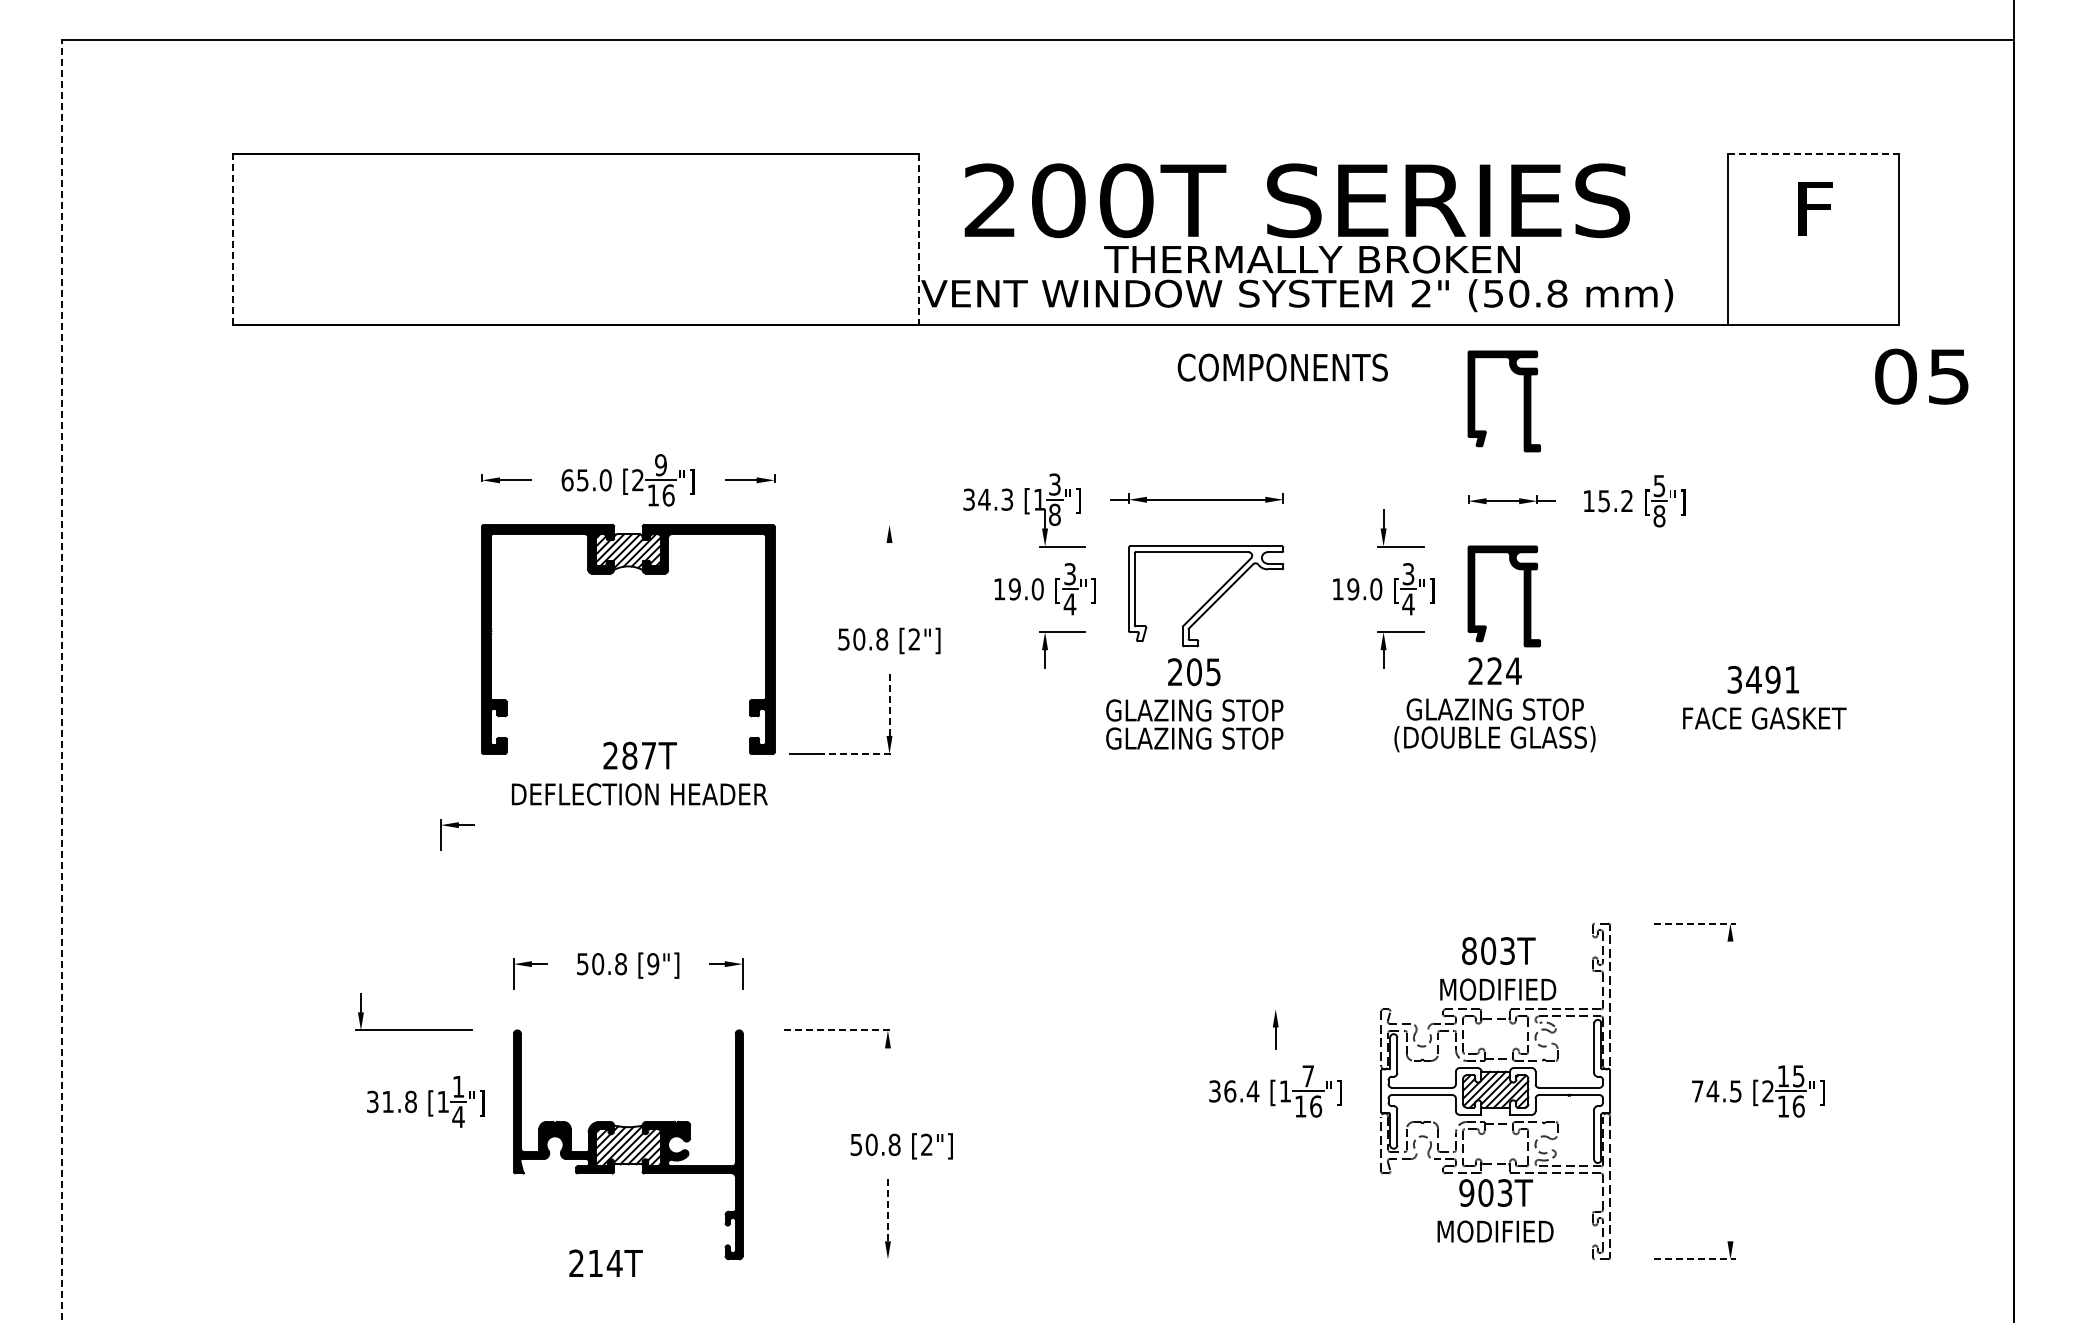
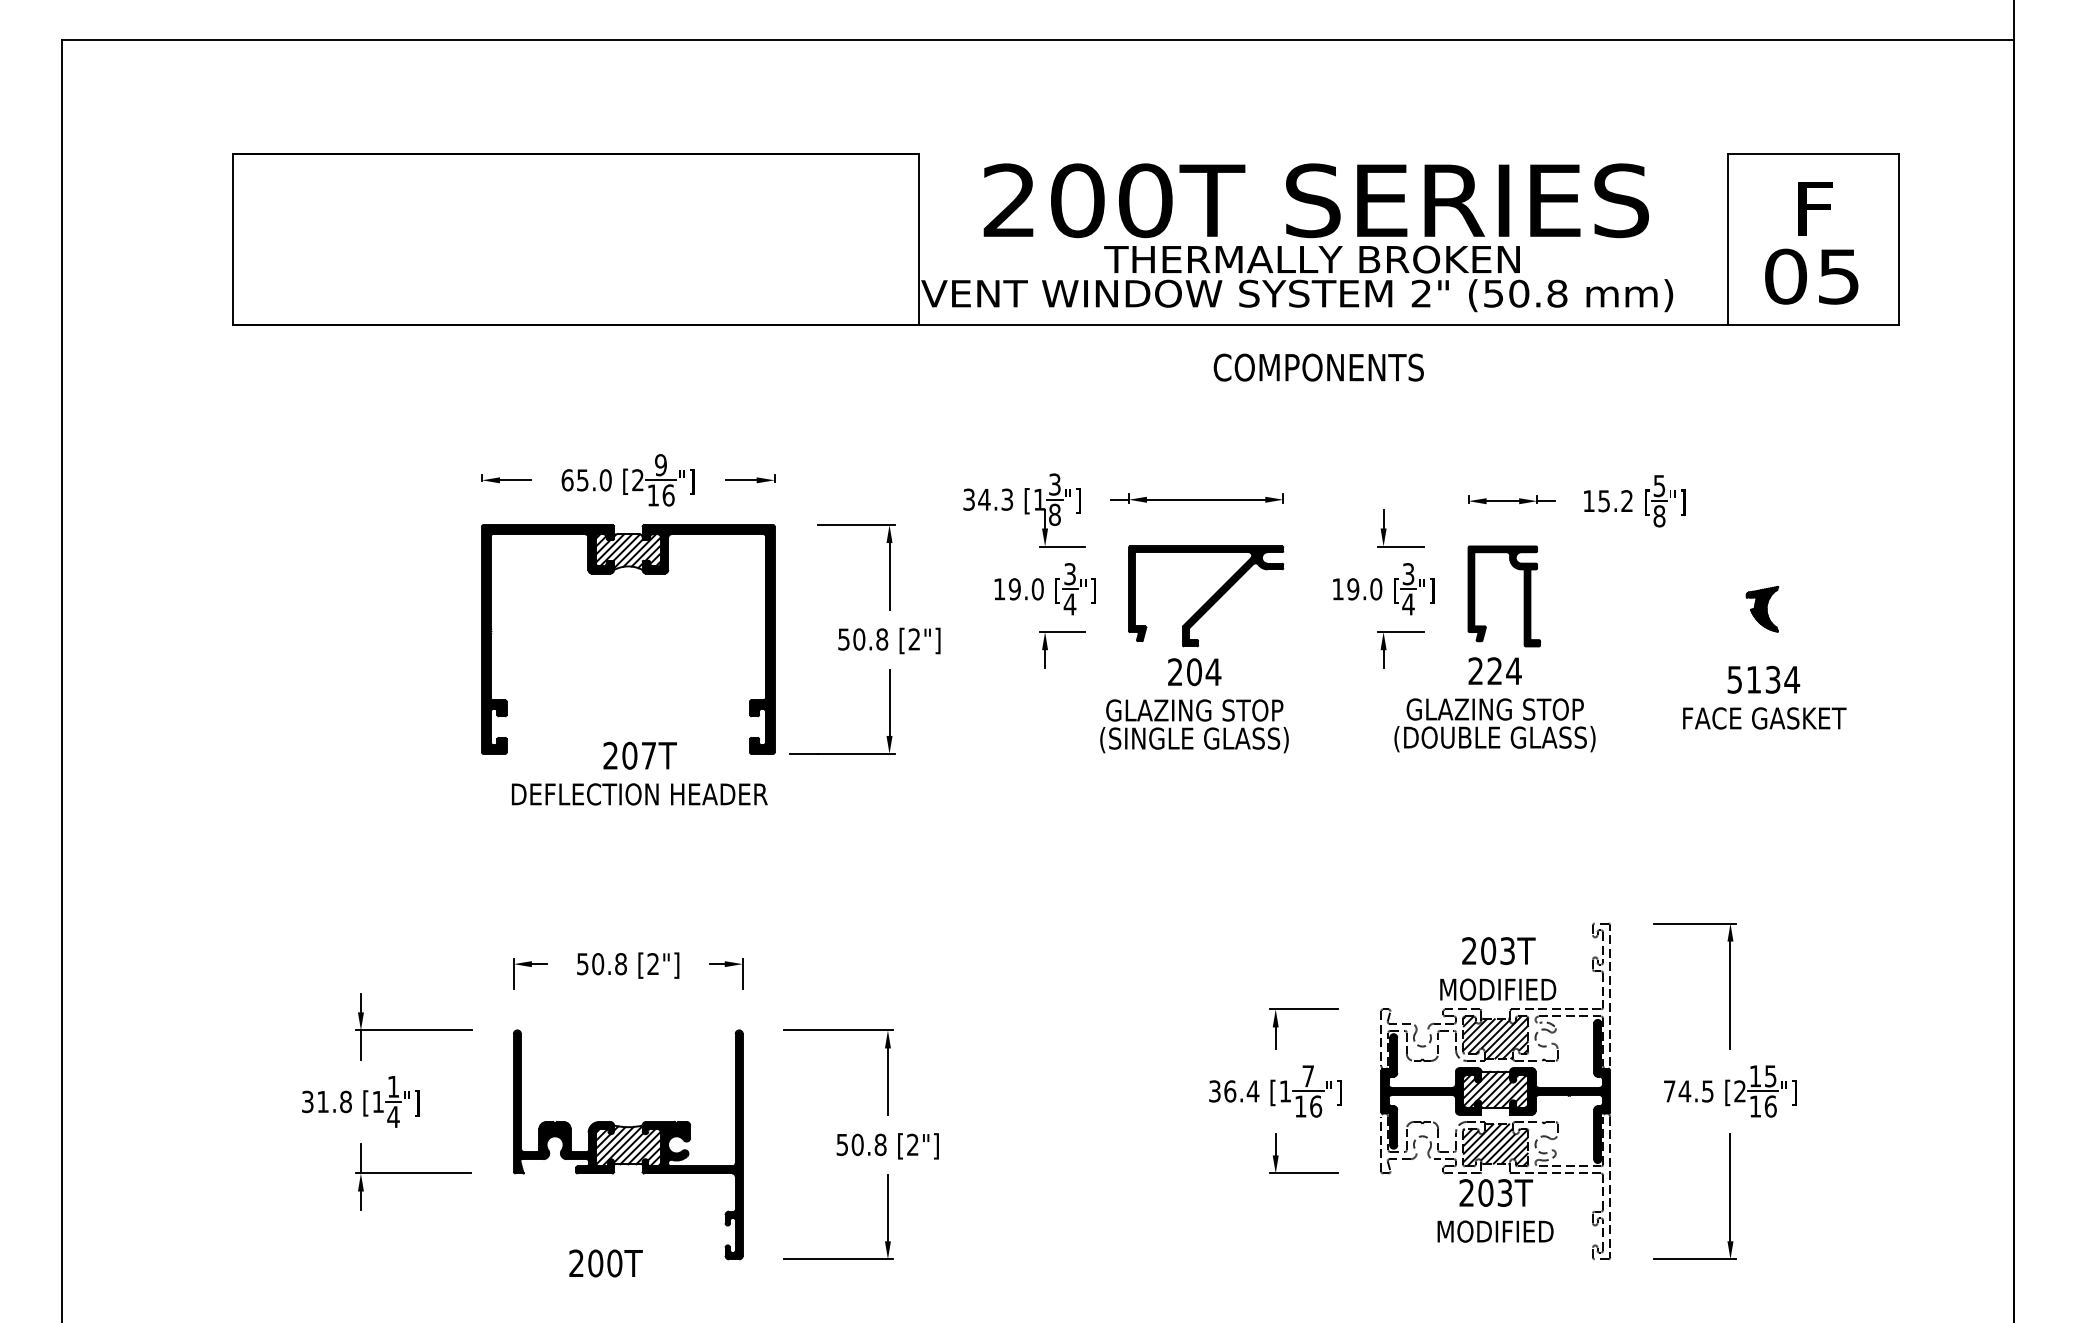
line at (1813, 153): dashed -> solid
text at (1296, 200) position: (1296, 200) -> (1315, 200)
line at (233, 239): dashed -> solid
line at (918, 239): dashed -> solid
text at (1282, 367) position: (1282, 367) -> (1318, 367)
text at (1921, 376) position: (1921, 376) -> (1811, 276)
part at (1523, 401): present -> none
line at (856, 525): none -> present
line at (889, 576): none -> present
fill at (1205, 596): none -> present
part at (1762, 609): none -> present
text at (1213, 672): 205 -> 204
text at (1764, 679): 3491 -> 5134
line at (62, 680): dashed -> solid
line at (889, 702): dashed -> solid
text at (1194, 740): GLAZING STOP -> (SINGLE GLASS)
line at (857, 753): dashed -> solid
text at (629, 755): 287T -> 207T
part at (457, 827): present -> none
line at (1695, 923): dashed -> solid
text at (1469, 951): 803T -> 203T
text at (653, 964): [9"] -> [2"]
line at (1730, 995): none -> present
line at (1303, 1009): none -> present
line at (838, 1030): dashed -> solid
hatch at (1495, 1037): none -> present
line at (360, 1044): none -> present
line at (887, 1081): none -> present
fill at (1431, 1091): none -> present
fill at (1560, 1091): none -> present
part at (1758, 1091) position: (1758, 1091) -> (1730, 1091)
part at (425, 1101) position: (425, 1101) -> (360, 1101)
hatch at (1495, 1144): none -> present
text at (901, 1146) position: (901, 1146) -> (887, 1146)
part at (1303, 1172): none -> present
part at (413, 1176): none -> present
line at (1730, 1187): none -> present
text at (1466, 1192): 903T -> 203T
line at (887, 1207): dashed -> solid
line at (838, 1259): none -> present
line at (1695, 1259): dashed -> solid
text at (605, 1263): 214T -> 200T
